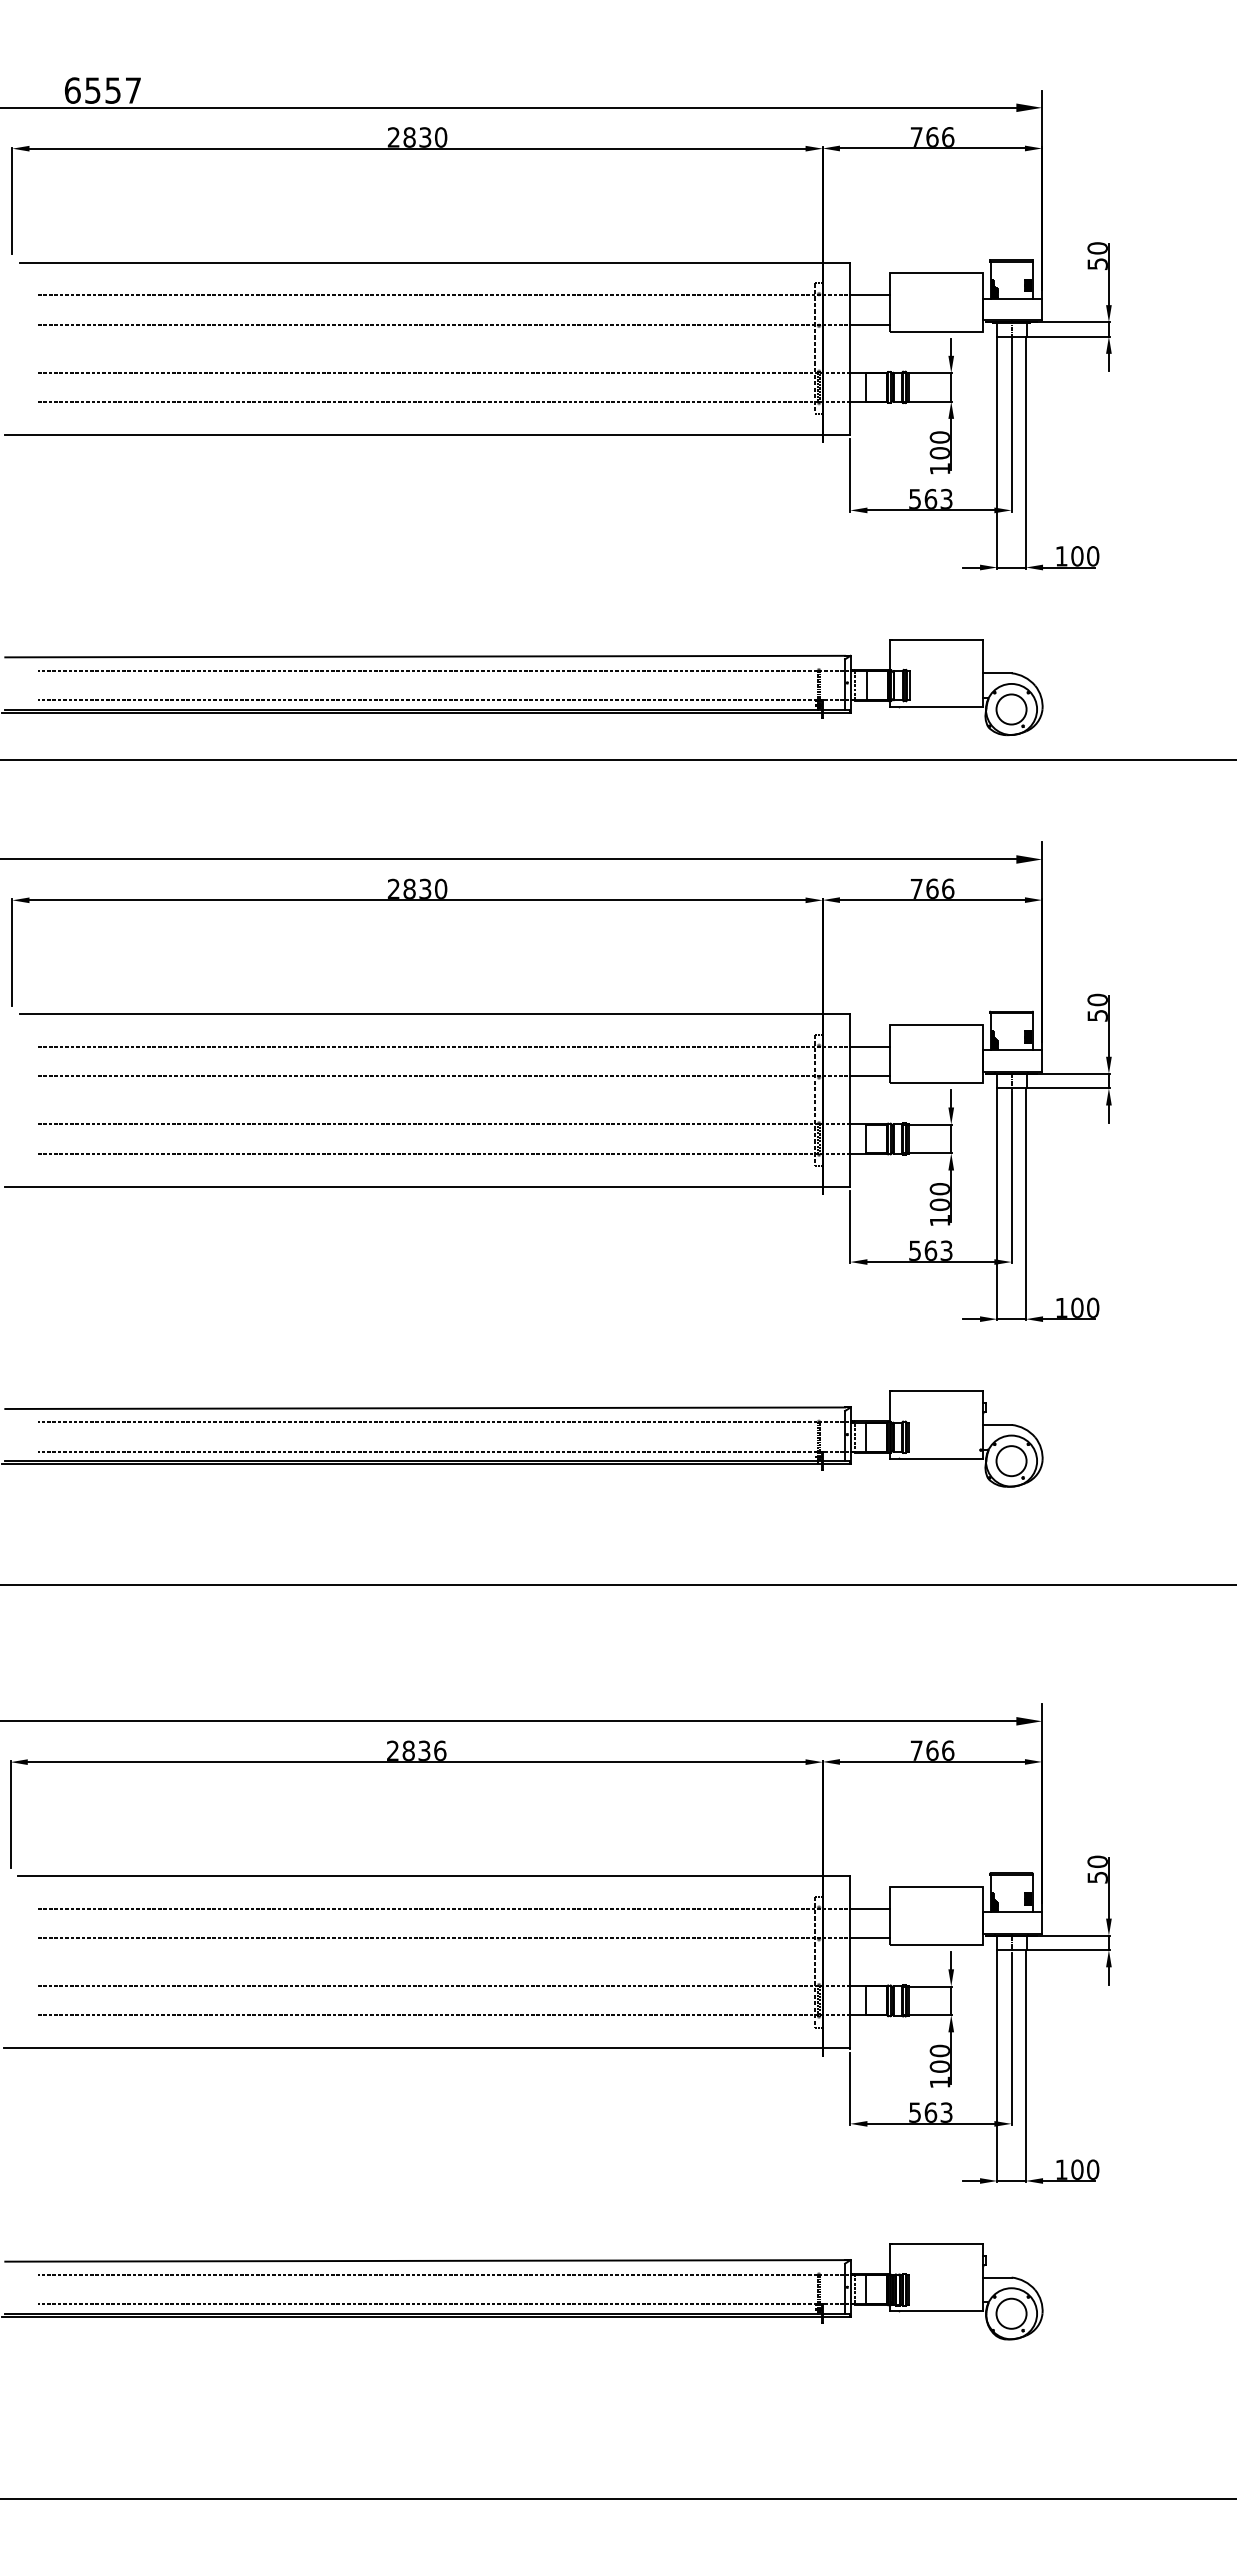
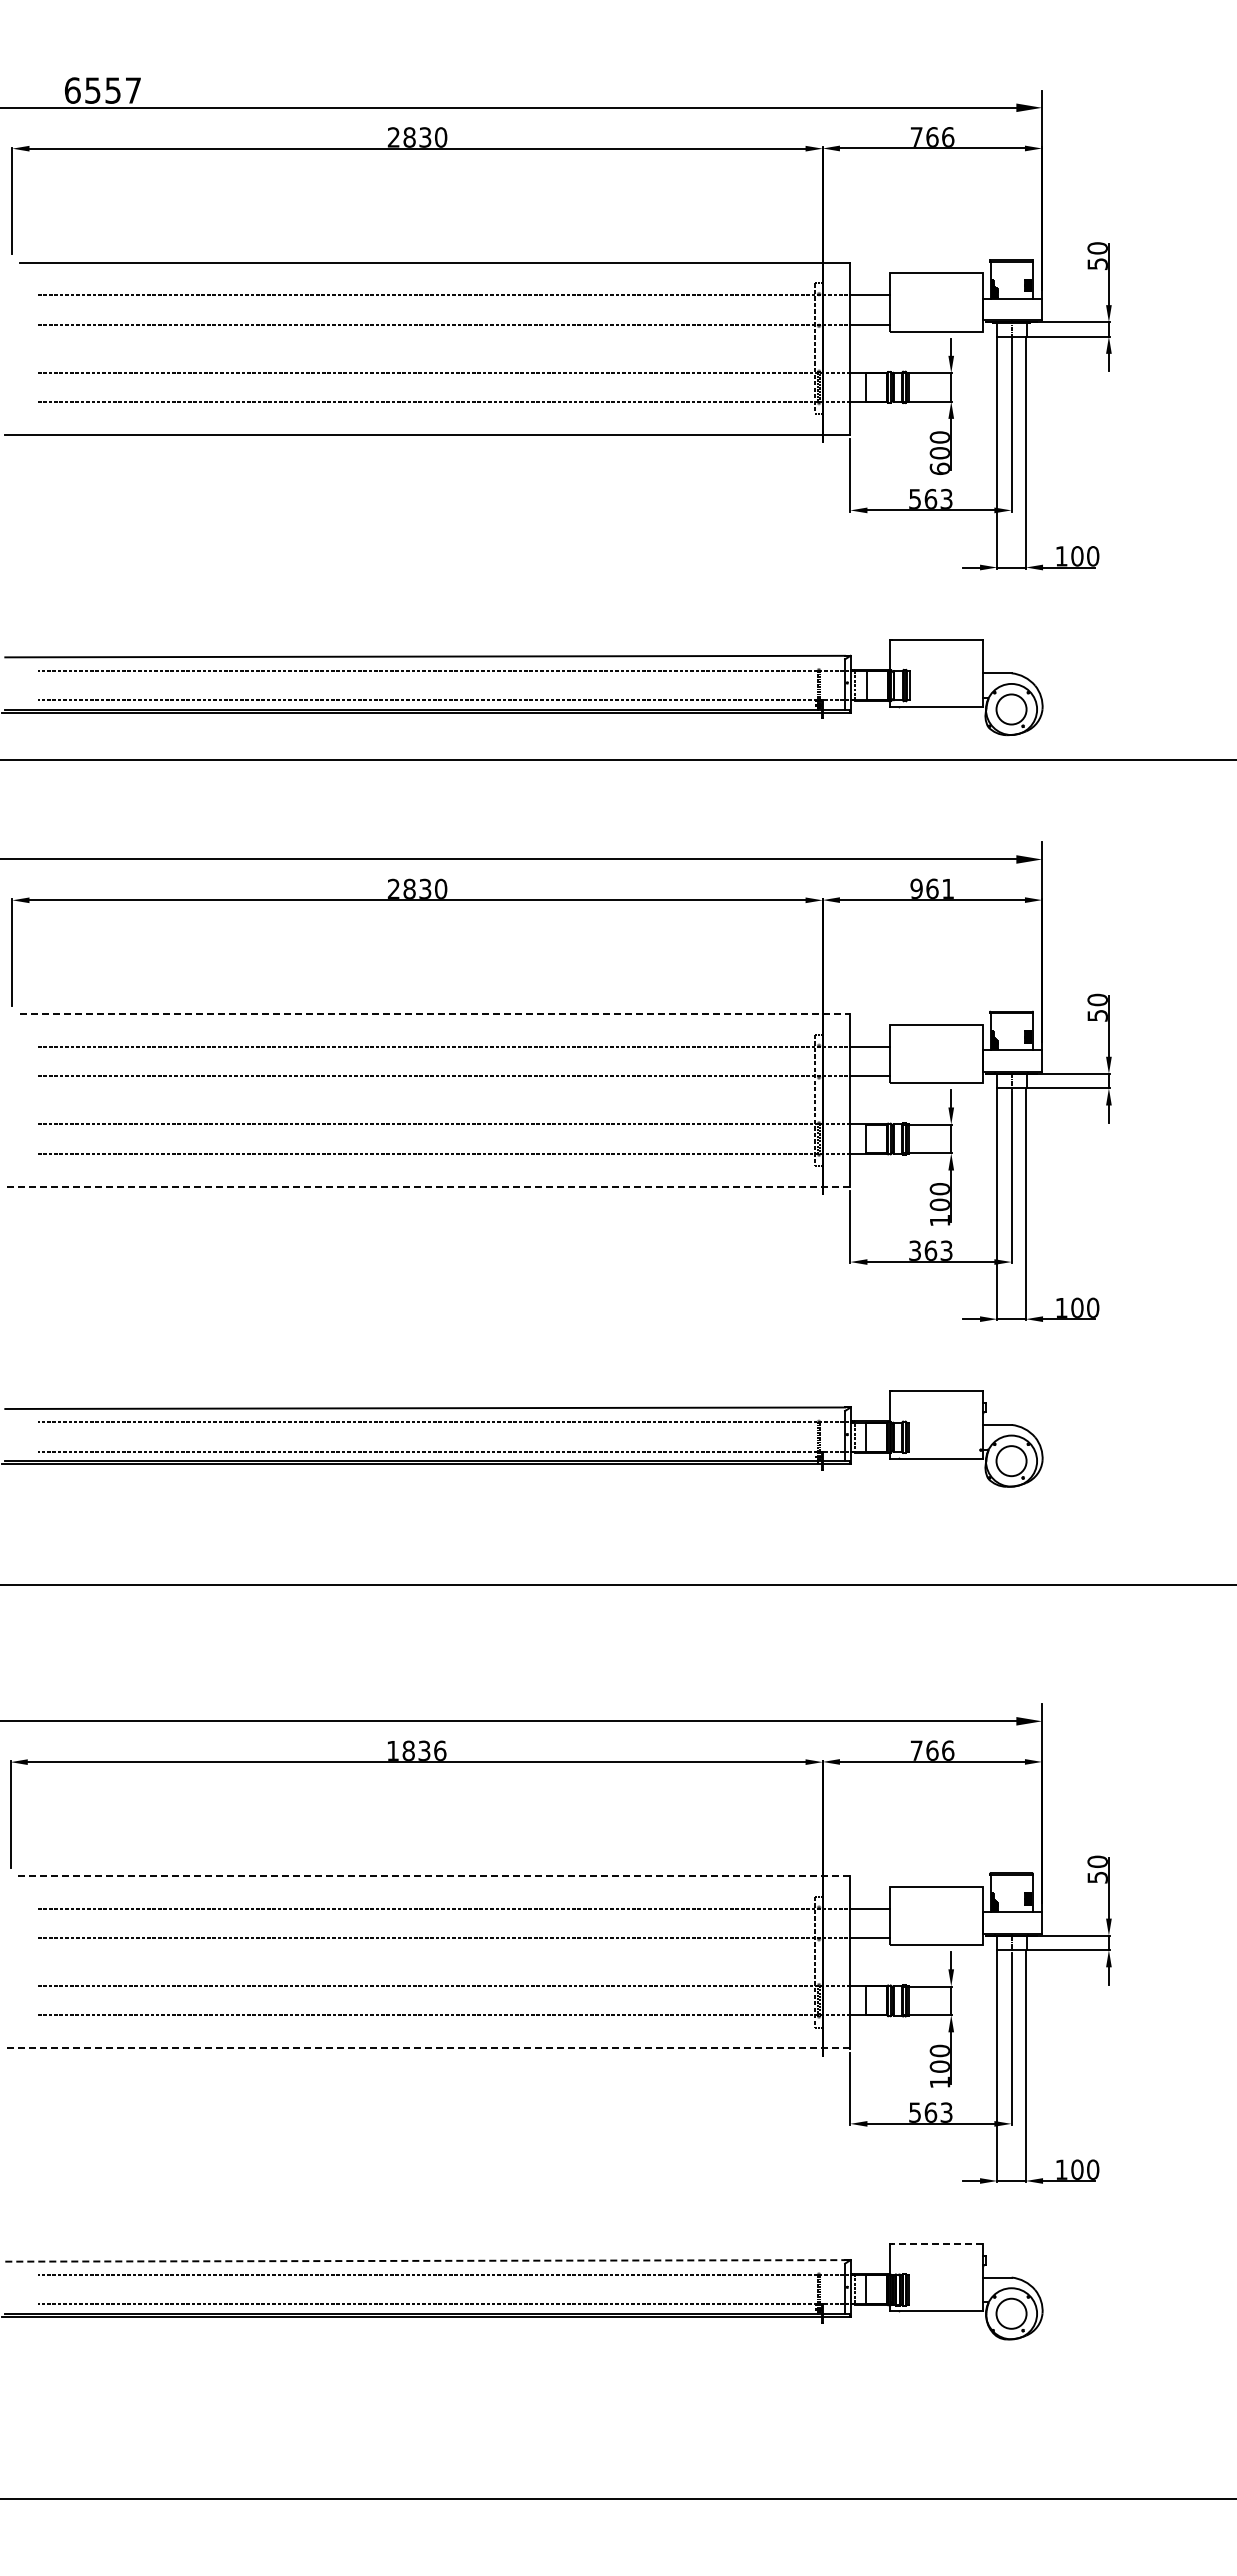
text at (939, 468): 100 -> 600
text at (932, 888): 766 -> 961
line at (435, 1014): solid -> dashed
line at (427, 1186): solid -> dashed
text at (914, 1250): 563 -> 363
text at (392, 1750): 2836 -> 1836
line at (434, 1876): solid -> dashed
line at (426, 2048): solid -> dashed
line at (937, 2243): solid -> dashed
line at (425, 2260): solid -> dashed
